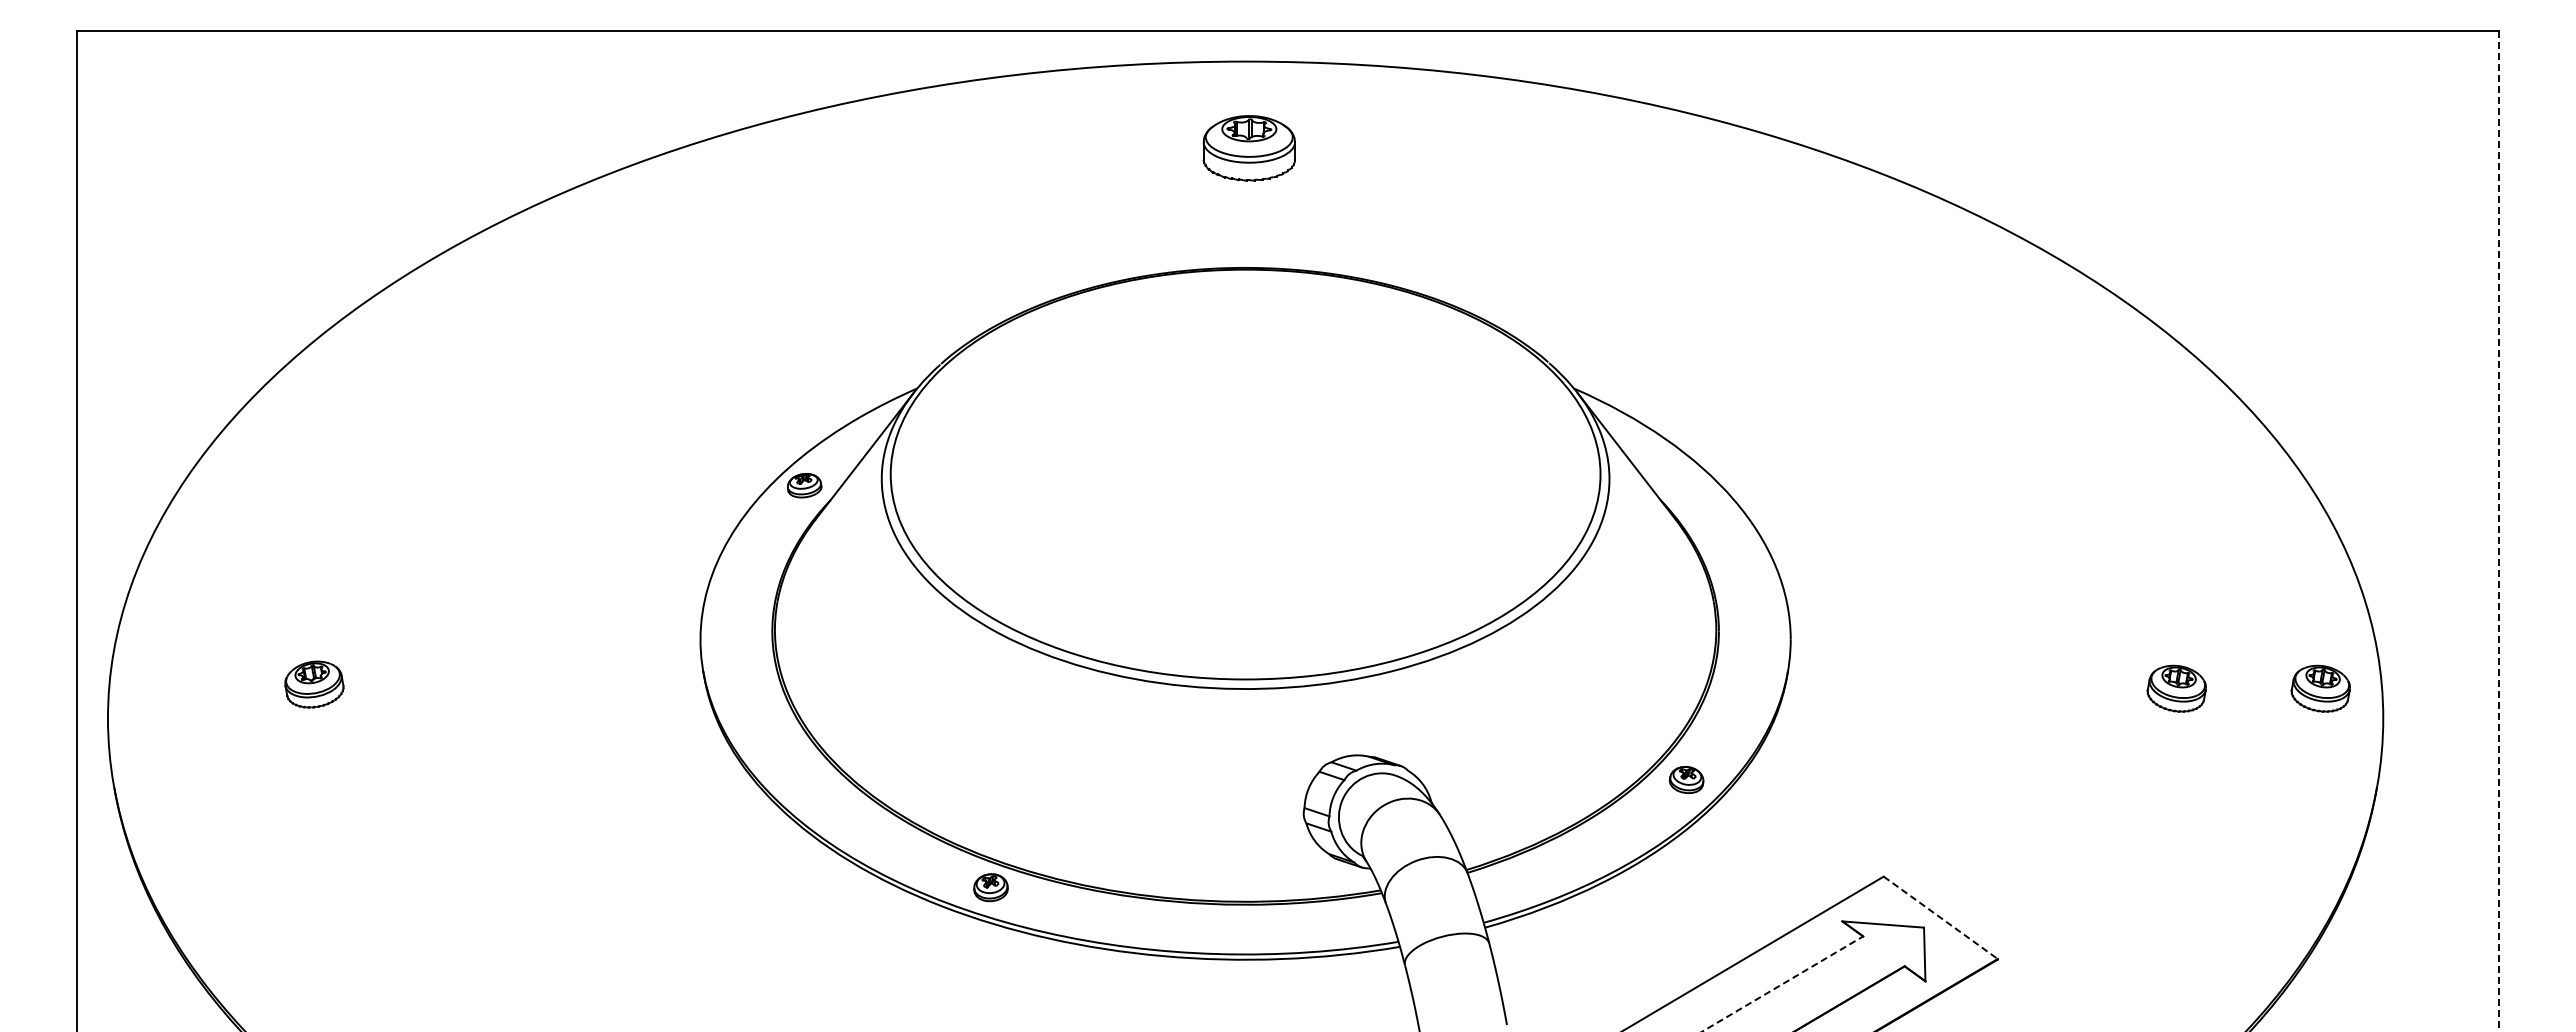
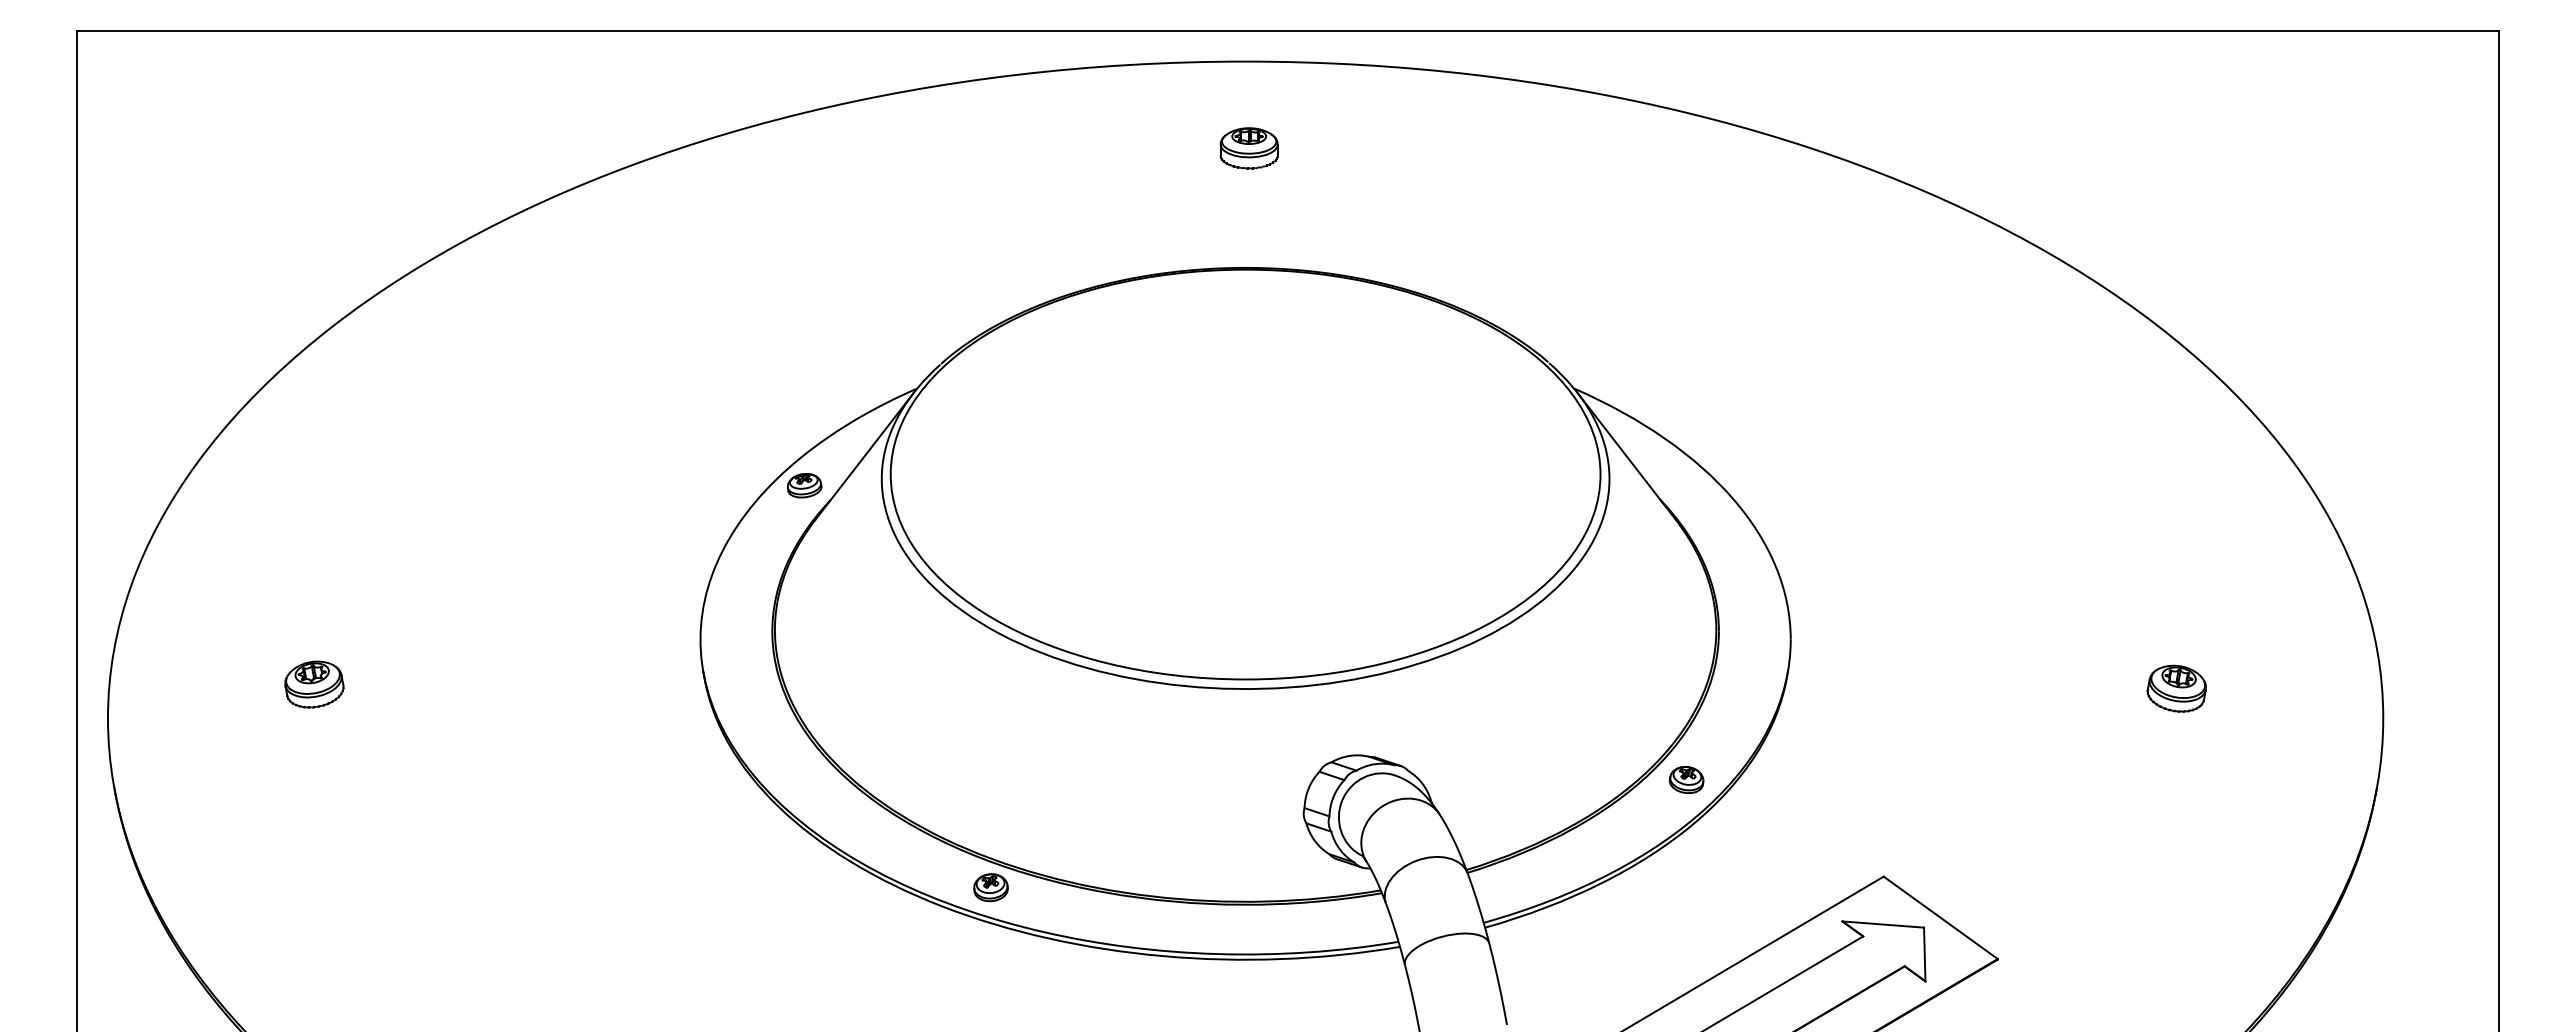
part at (1248, 148) size: 94x67 px -> 60x43 px
line at (2498, 531): dashed -> solid
part at (2320, 688): present -> none
line at (1941, 918): dashed -> solid
line at (1783, 983): dashed -> solid
